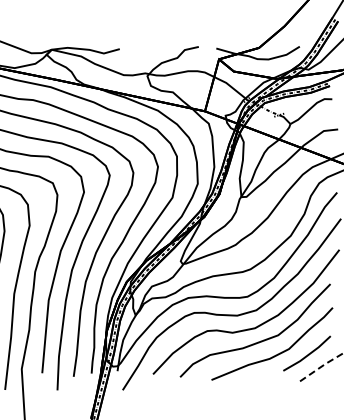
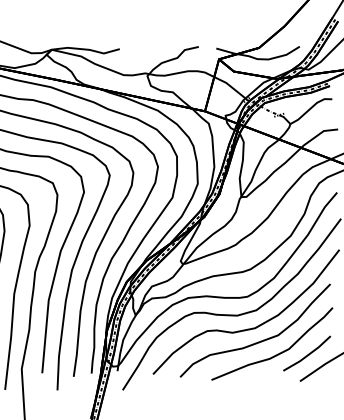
line at (321, 366): dashed -> solid
